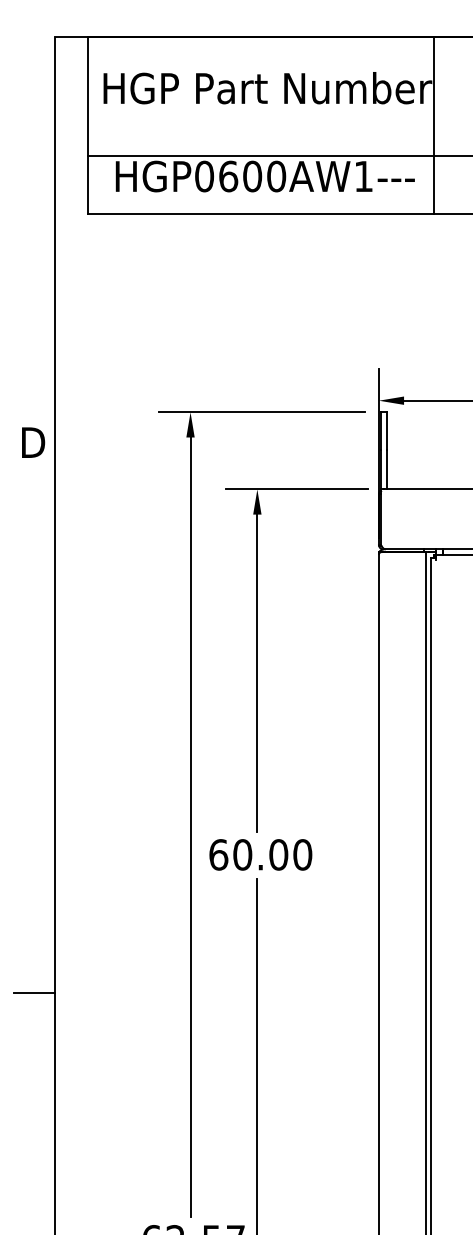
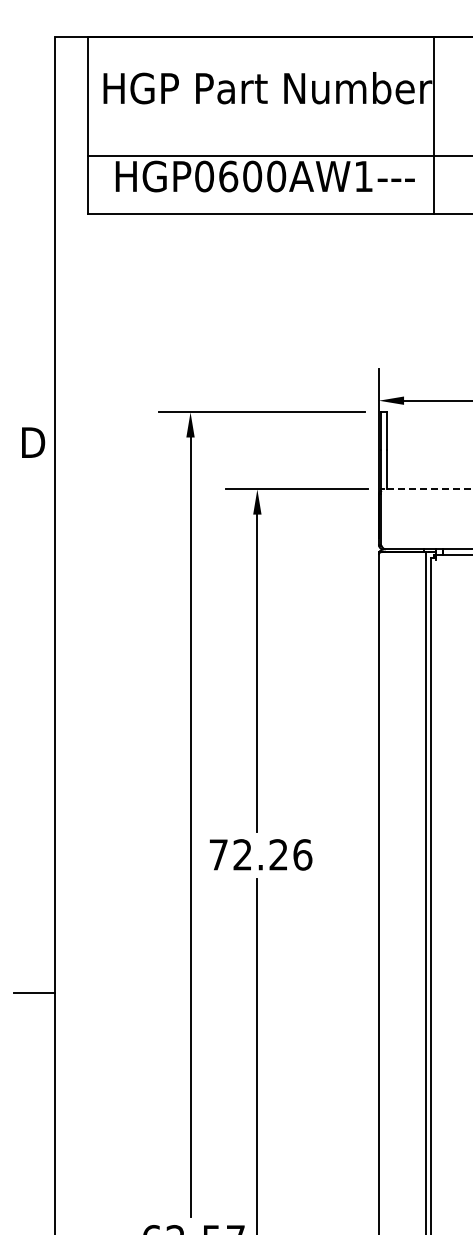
line at (427, 489): solid -> dashed
text at (260, 854): 60.00 -> 72.26
